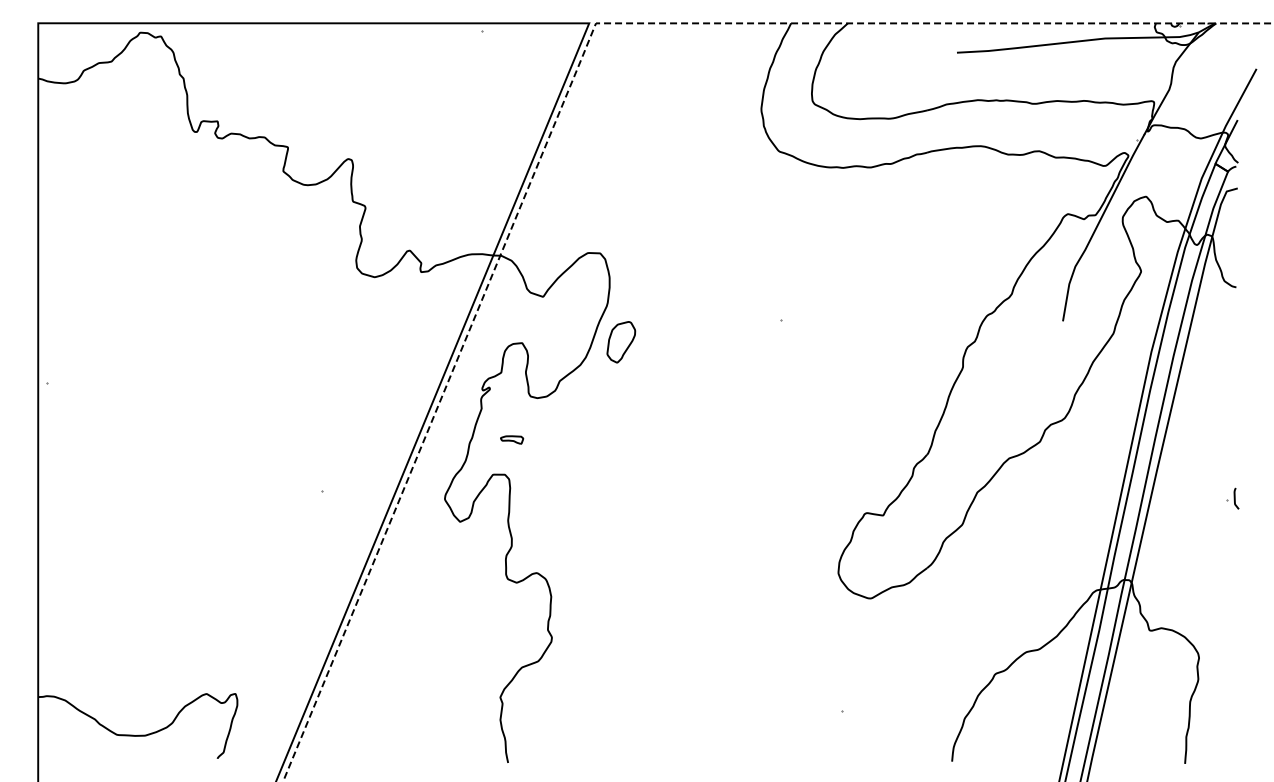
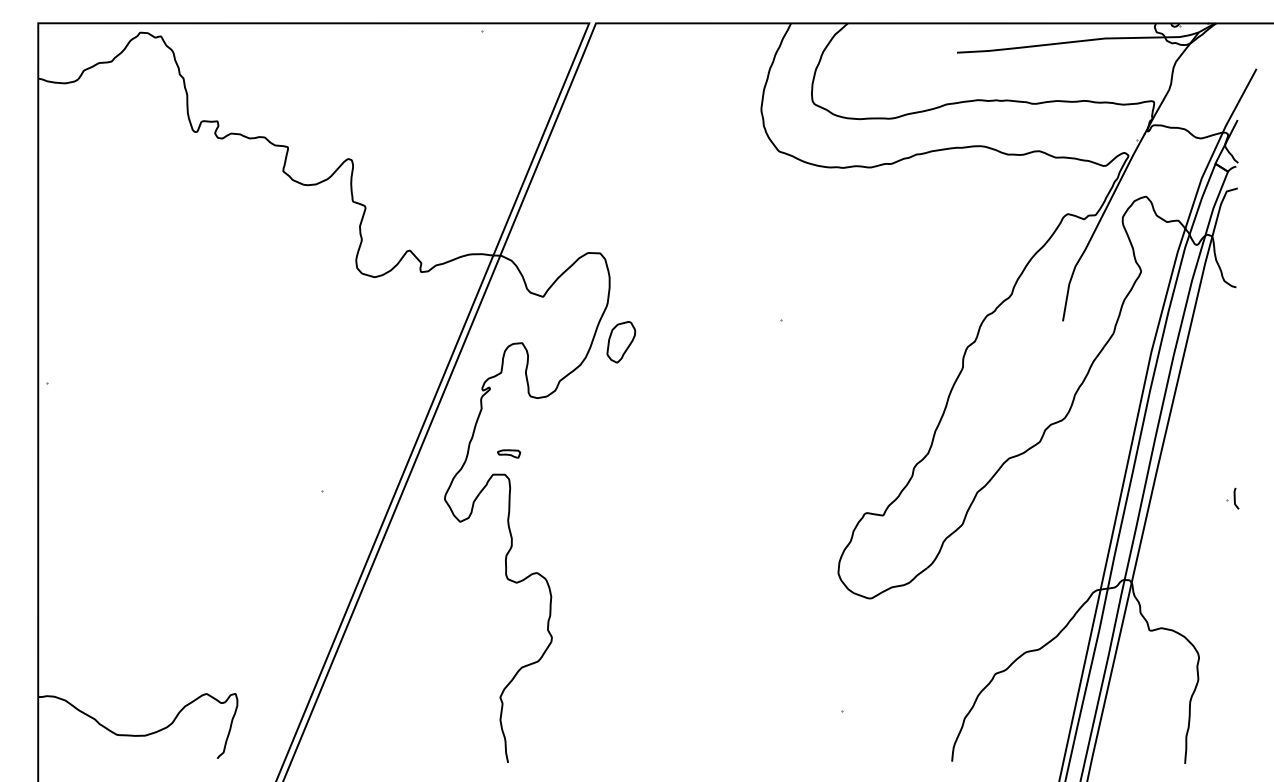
line at (569, 87): dashed -> solid
part at (512, 439) position: (512, 439) -> (509, 453)
